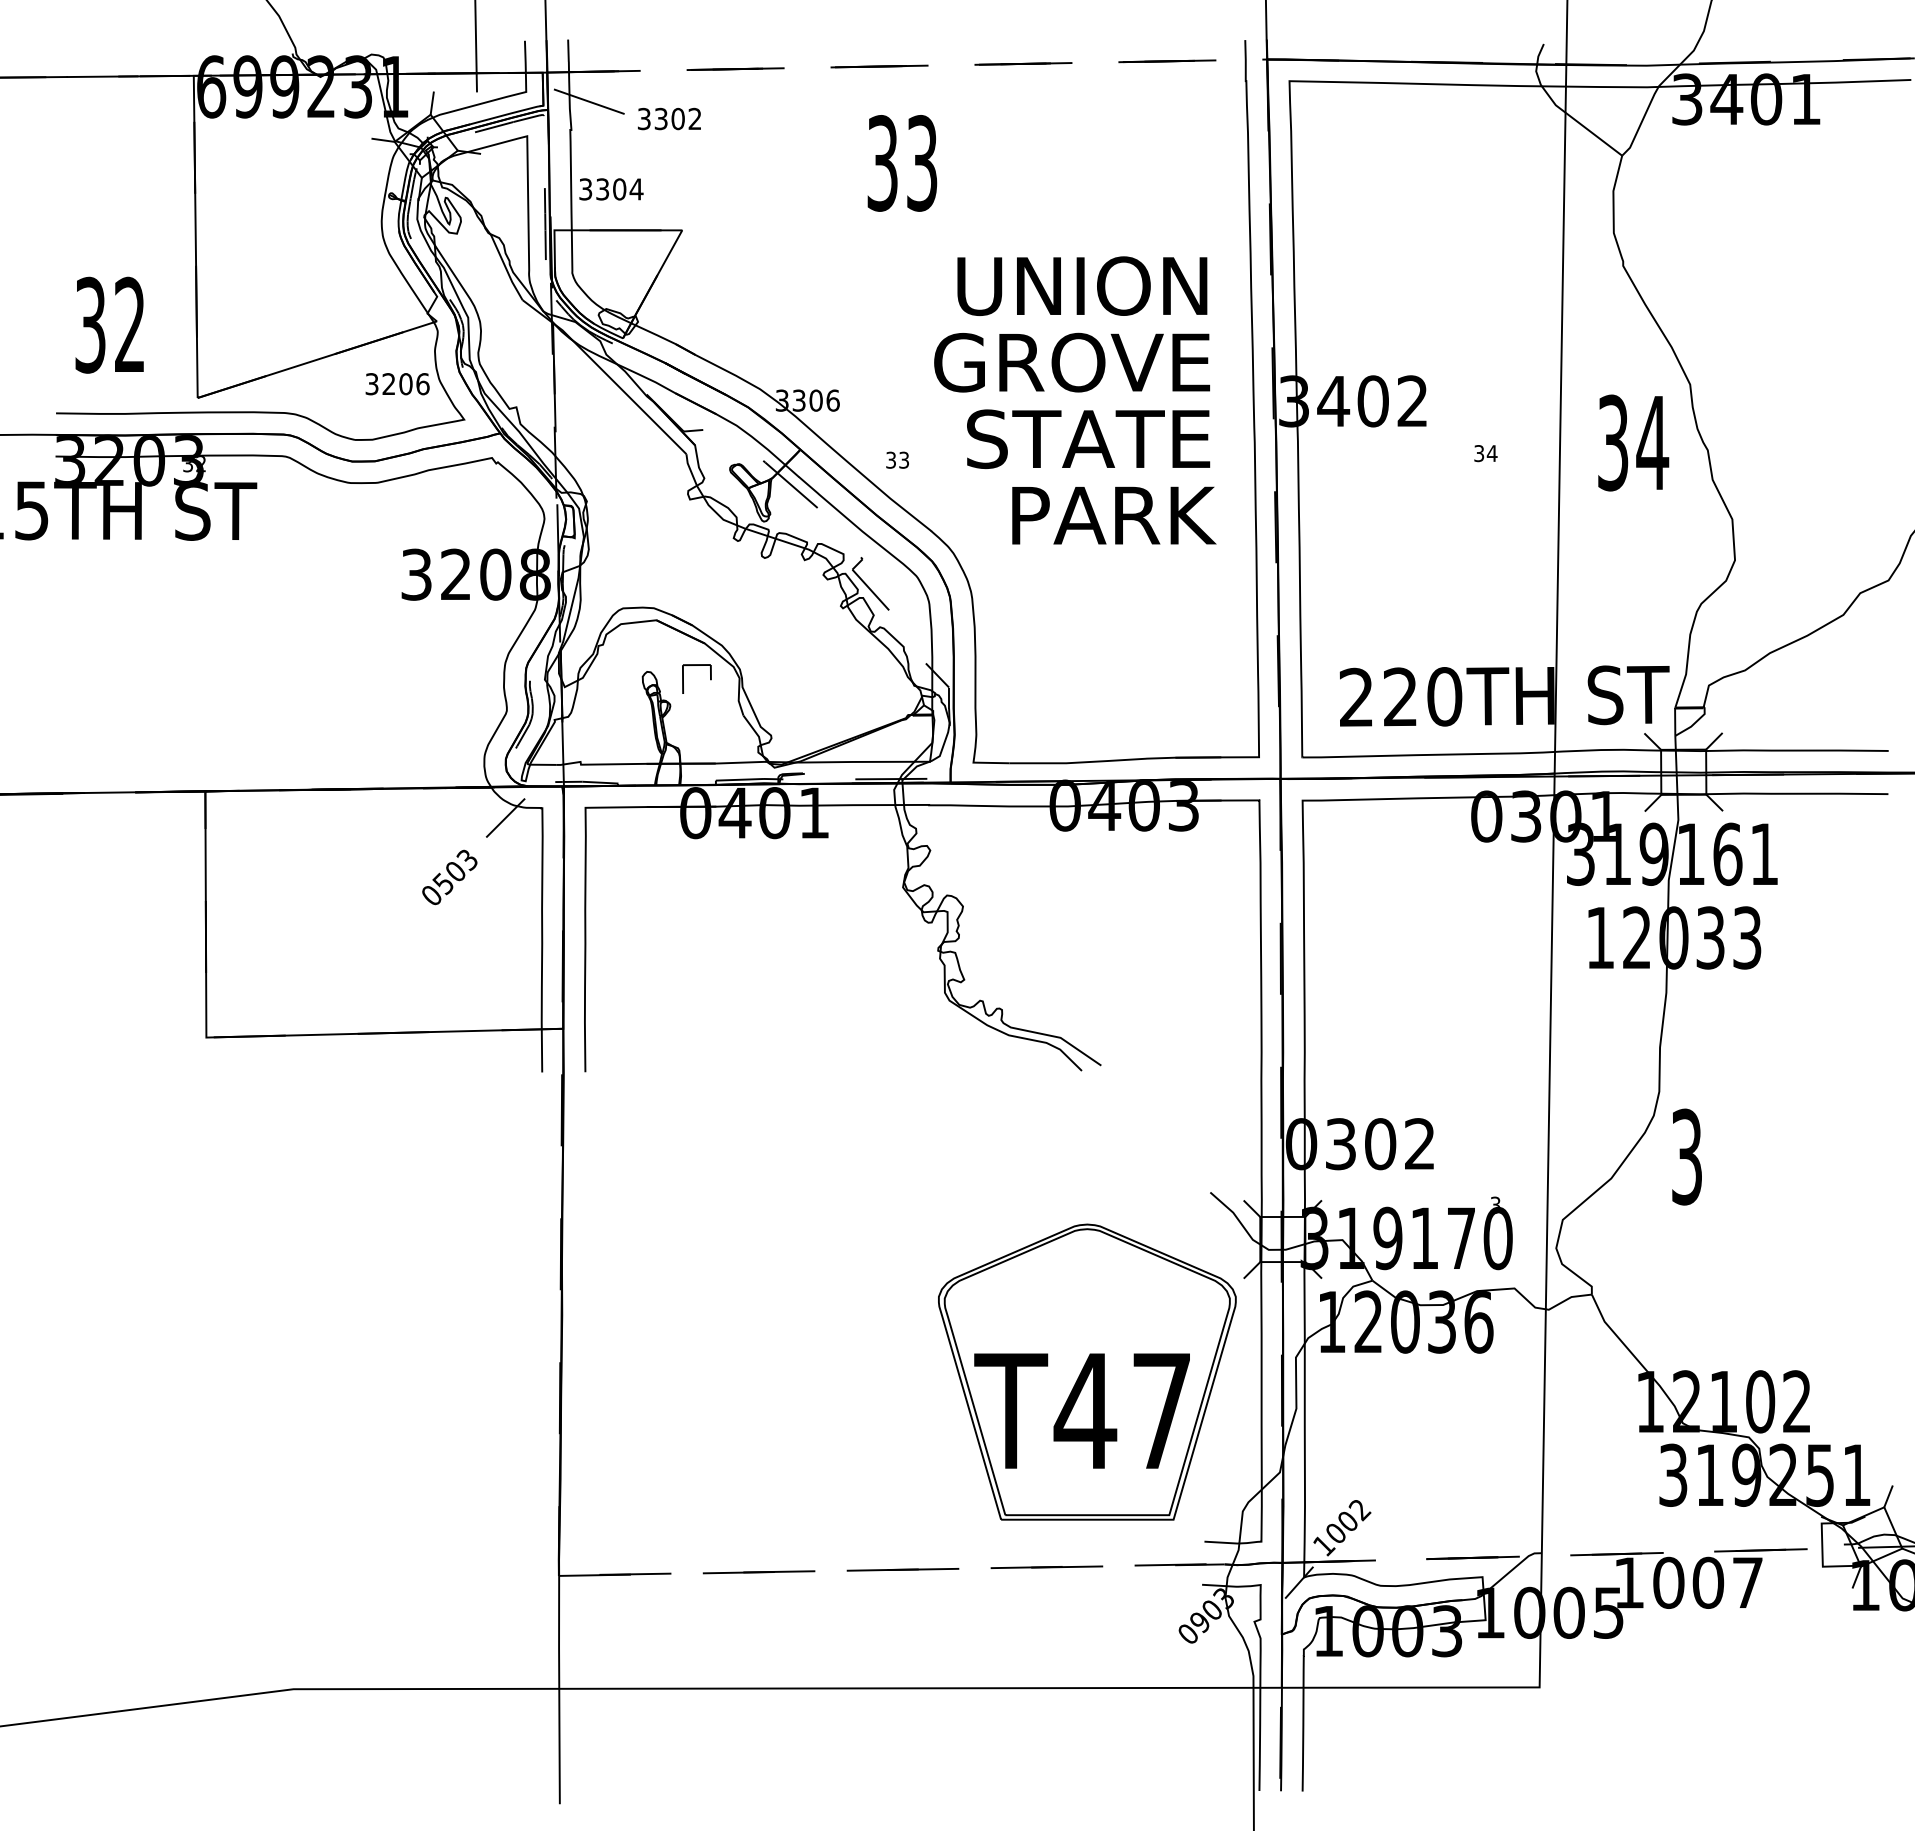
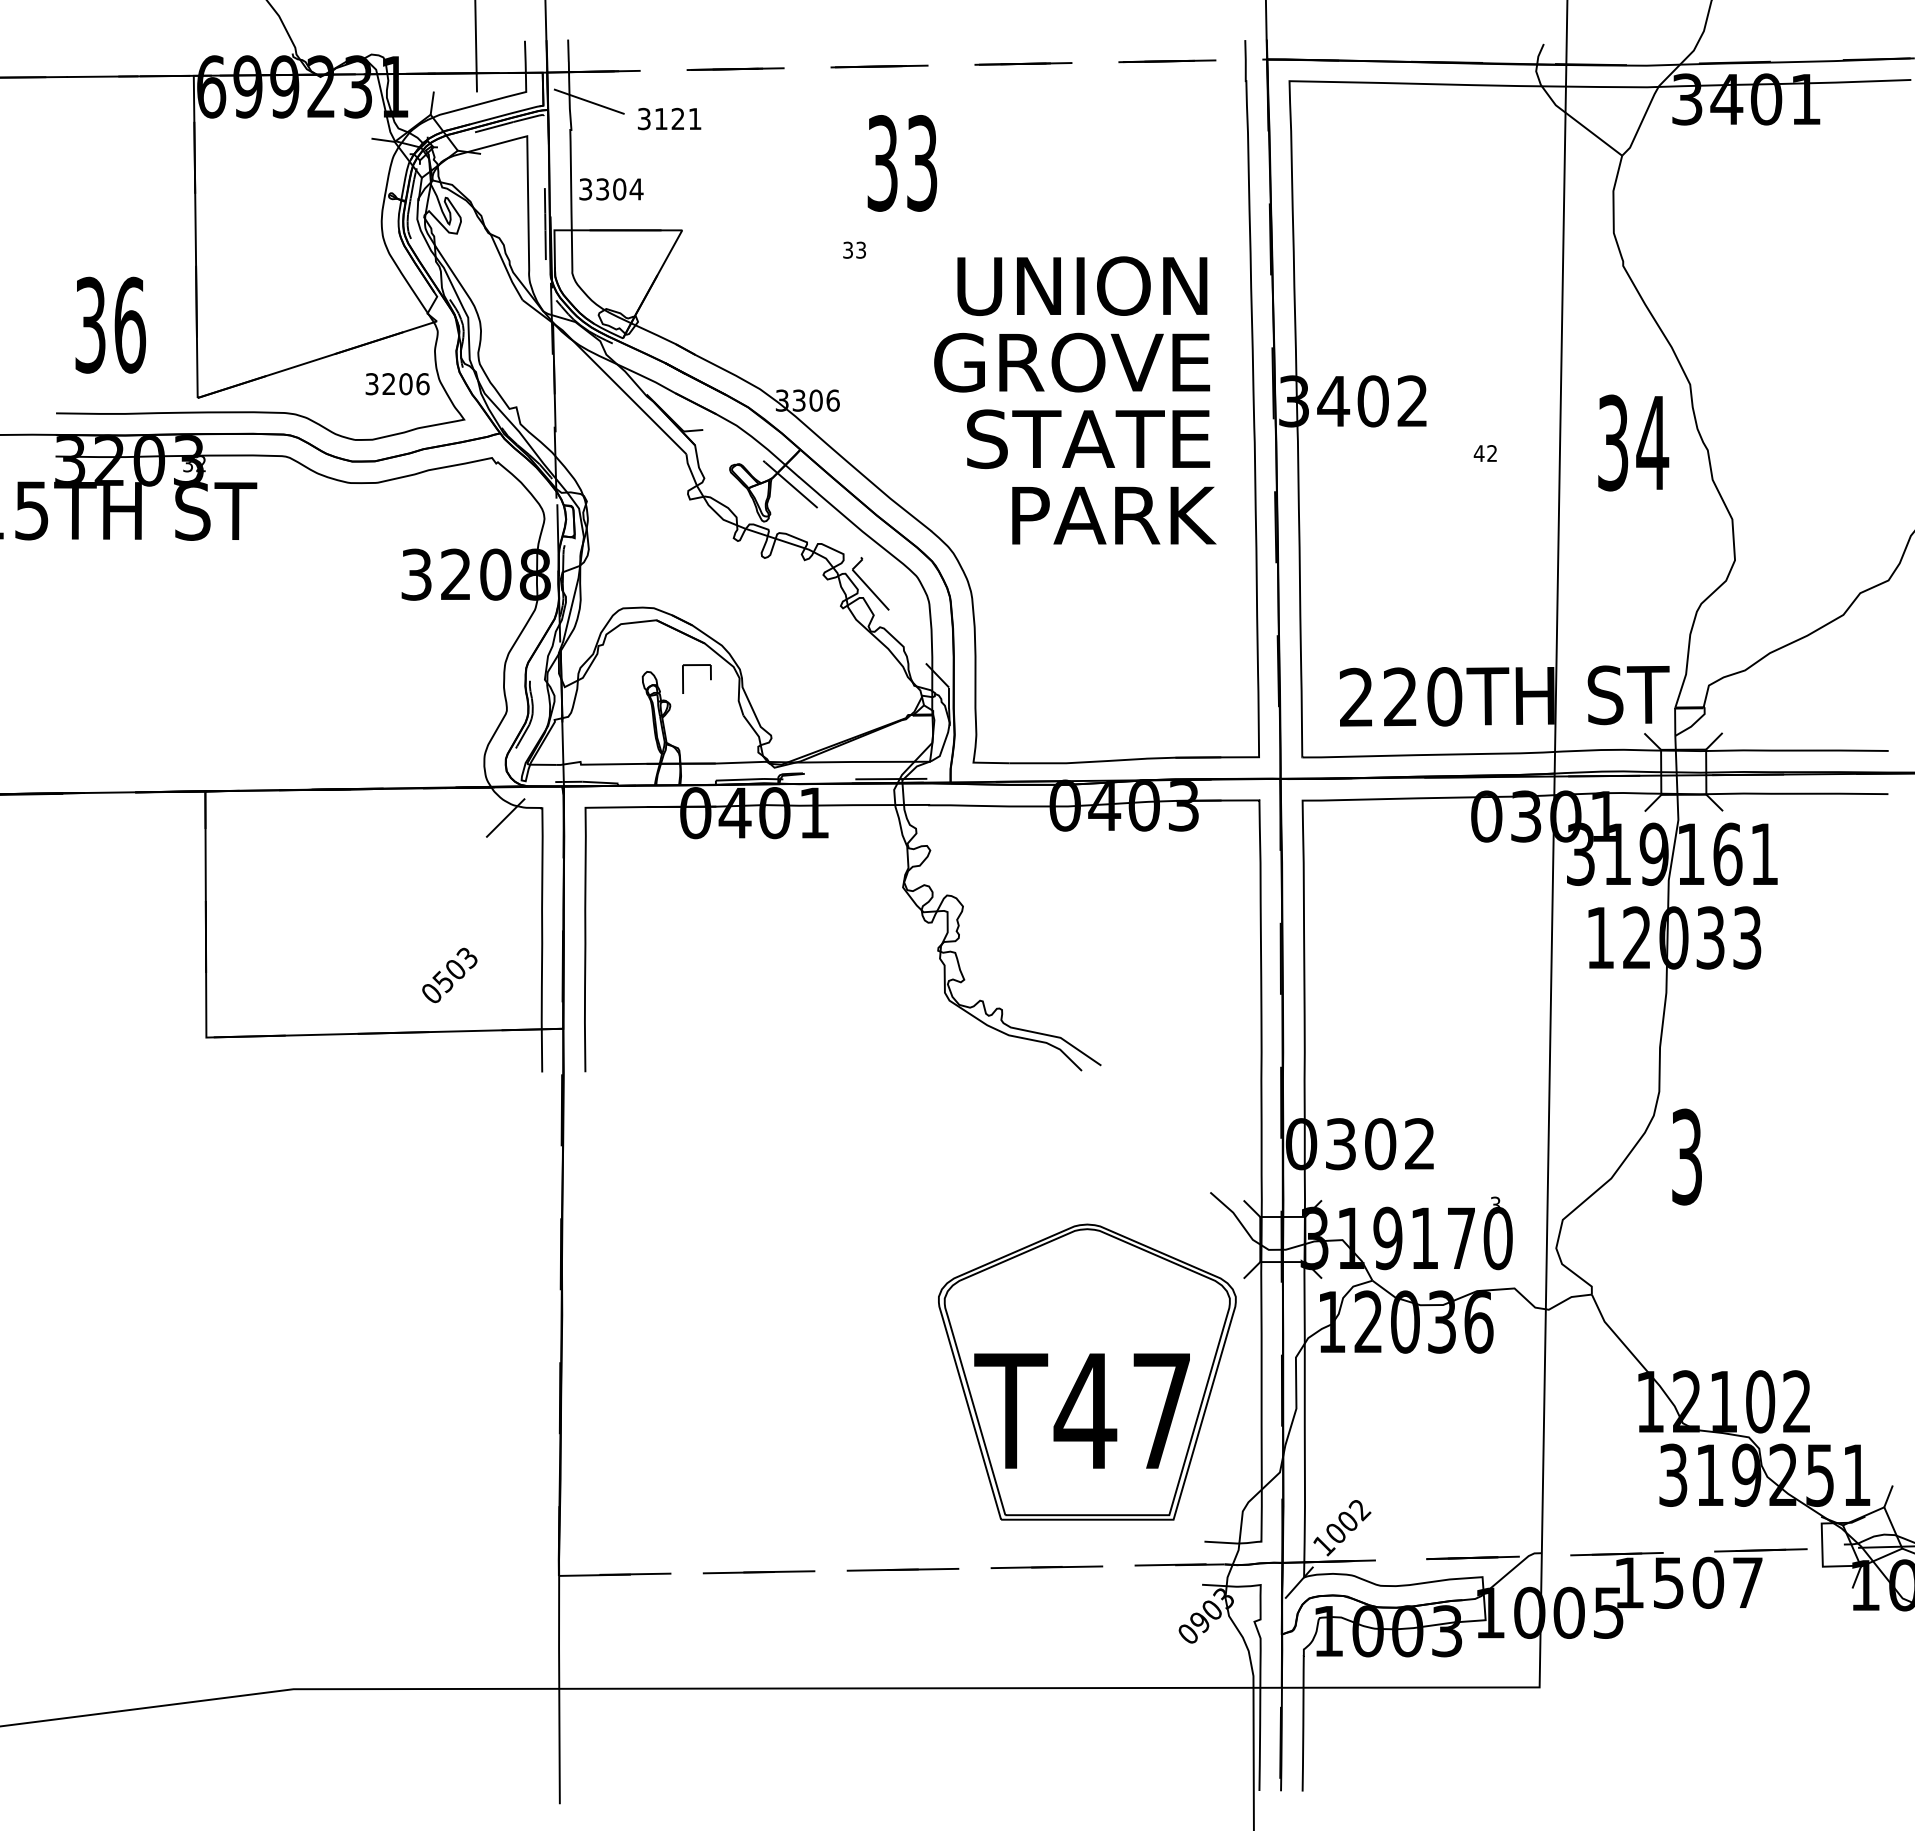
text at (677, 118): 3302 -> 3121
text at (130, 324): 32 -> 36
text at (1485, 453): 34 -> 42
text at (897, 459) position: (897, 459) -> (854, 249)
text at (449, 877) position: (449, 877) -> (449, 975)
text at (1668, 1582): 1007 -> 1507
